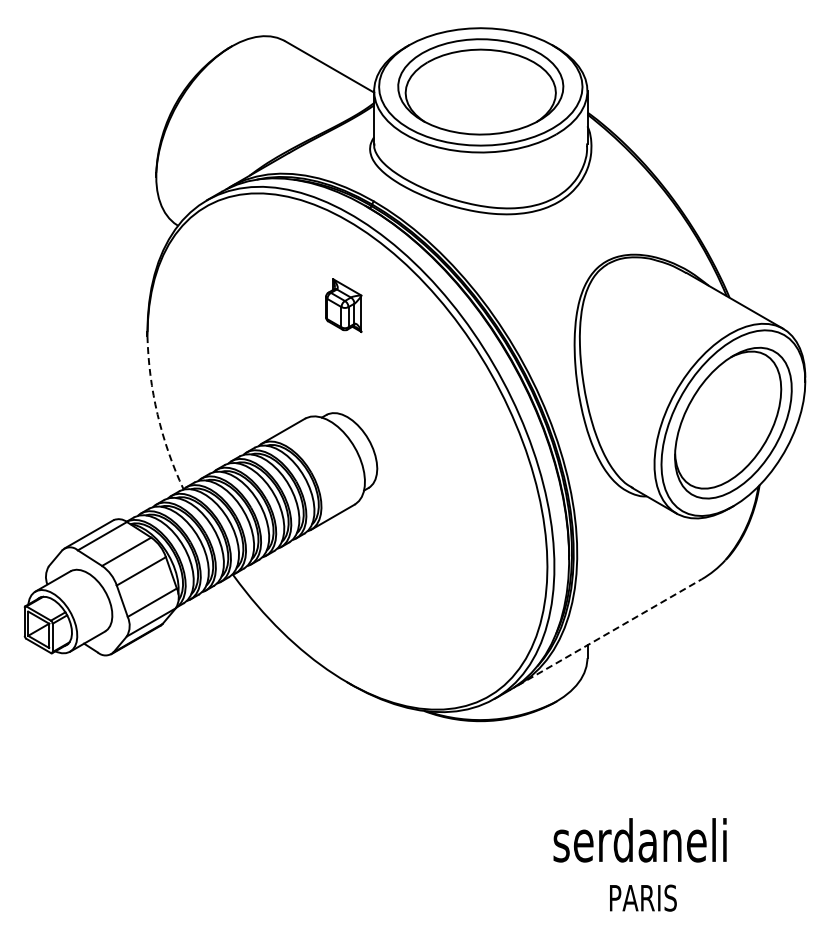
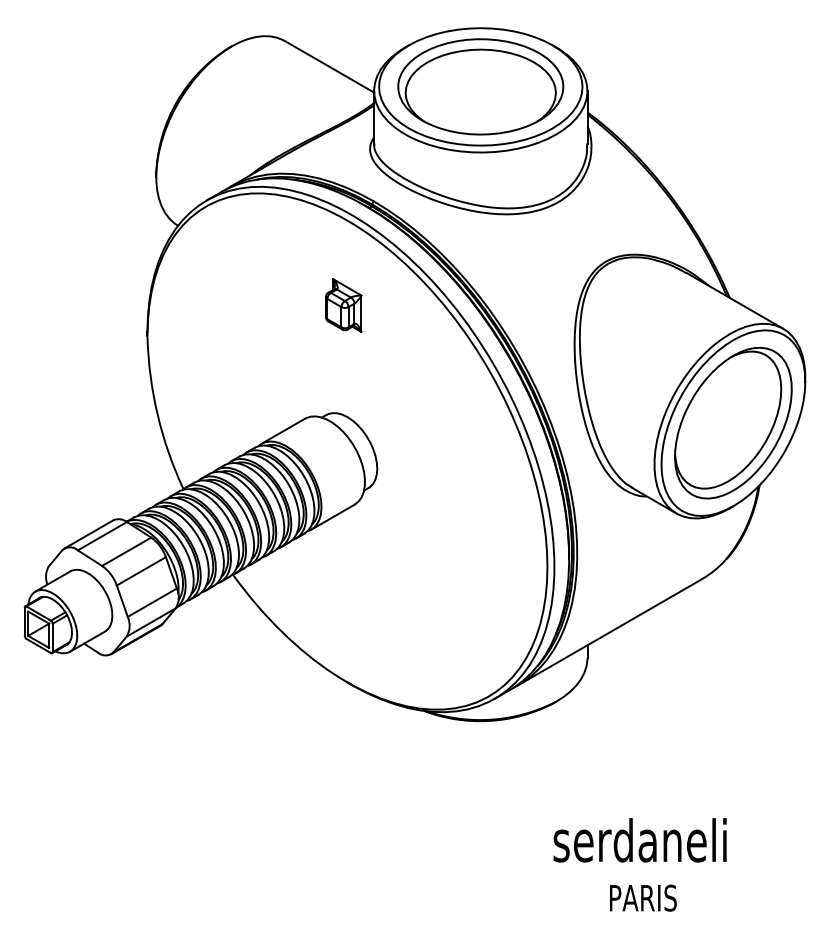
arc at (157, 414): dashed -> solid
line at (610, 632): dashed -> solid
